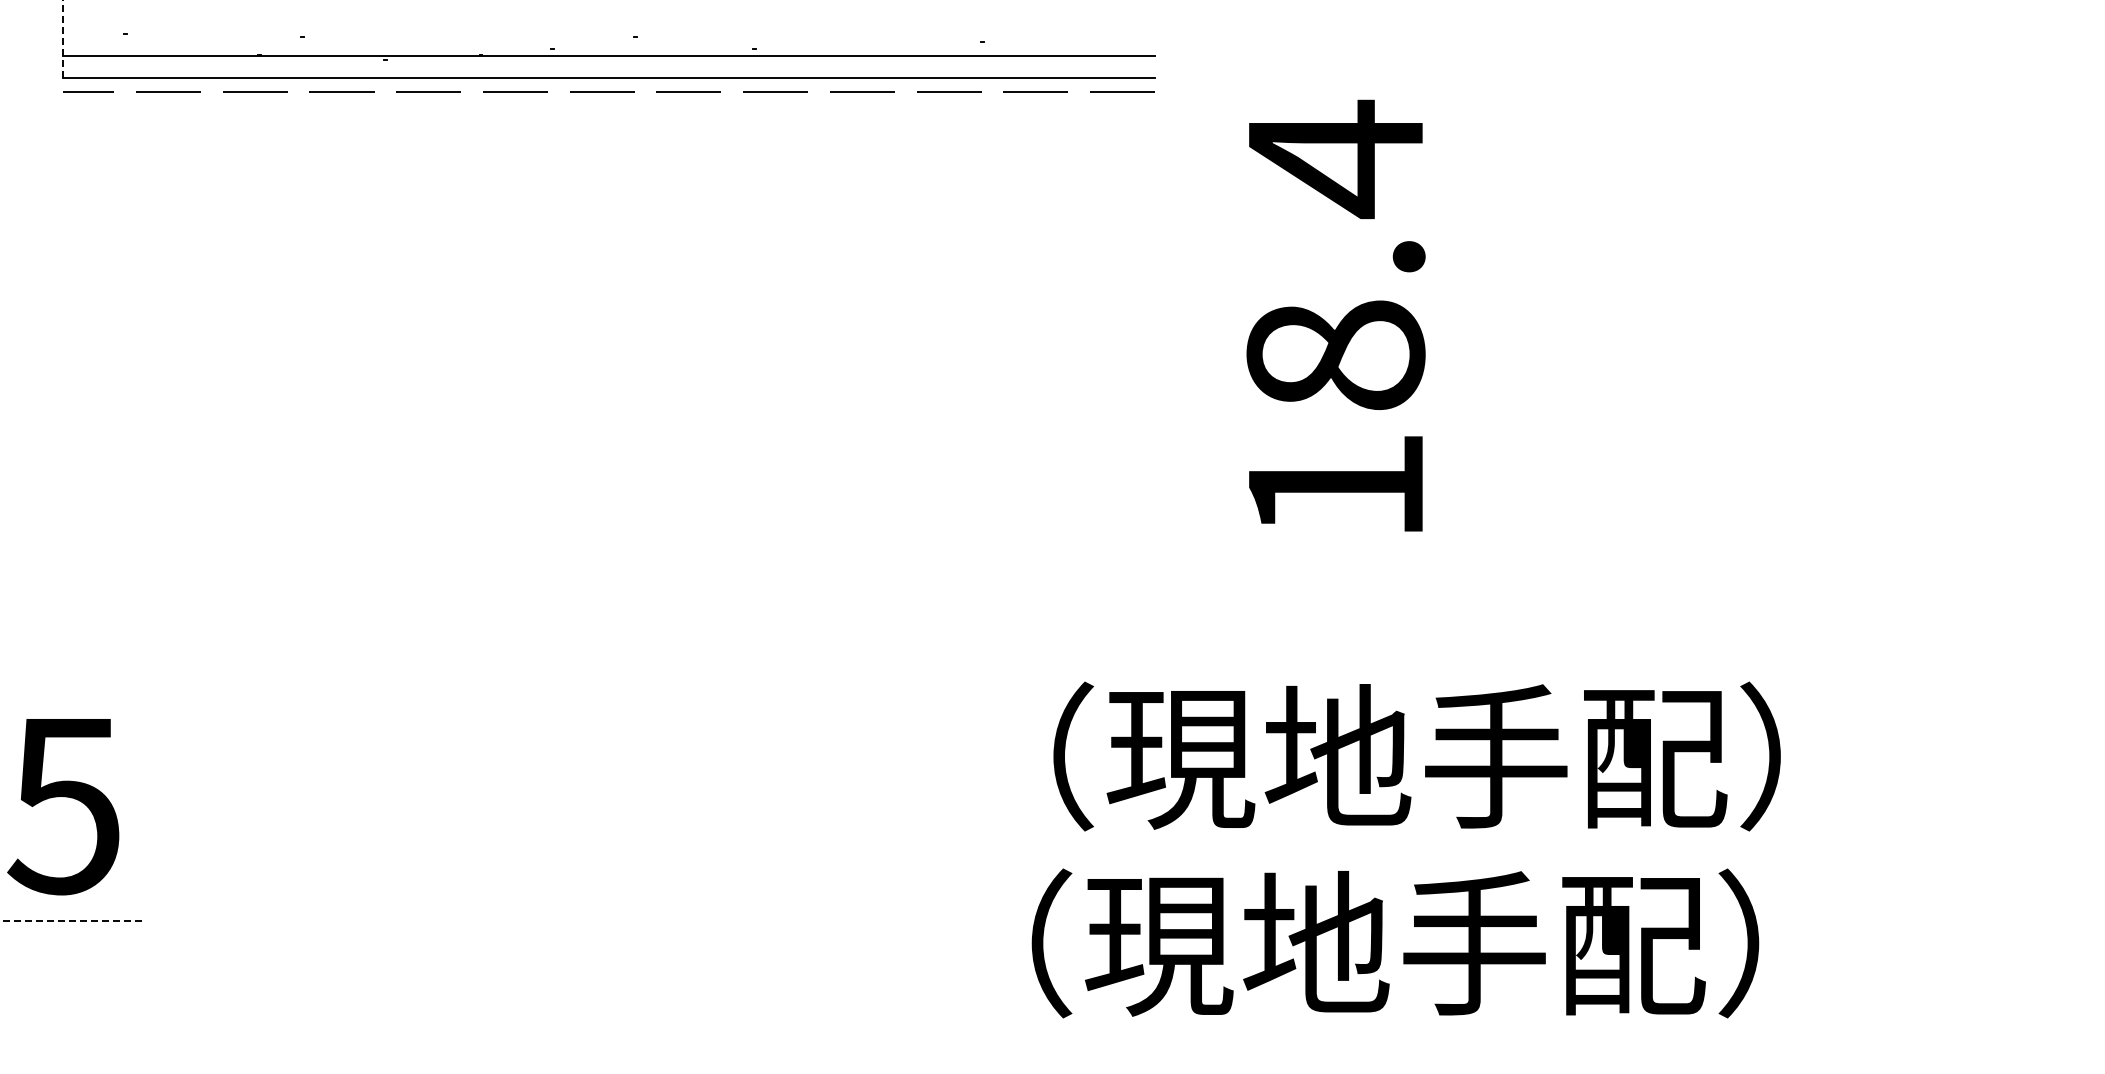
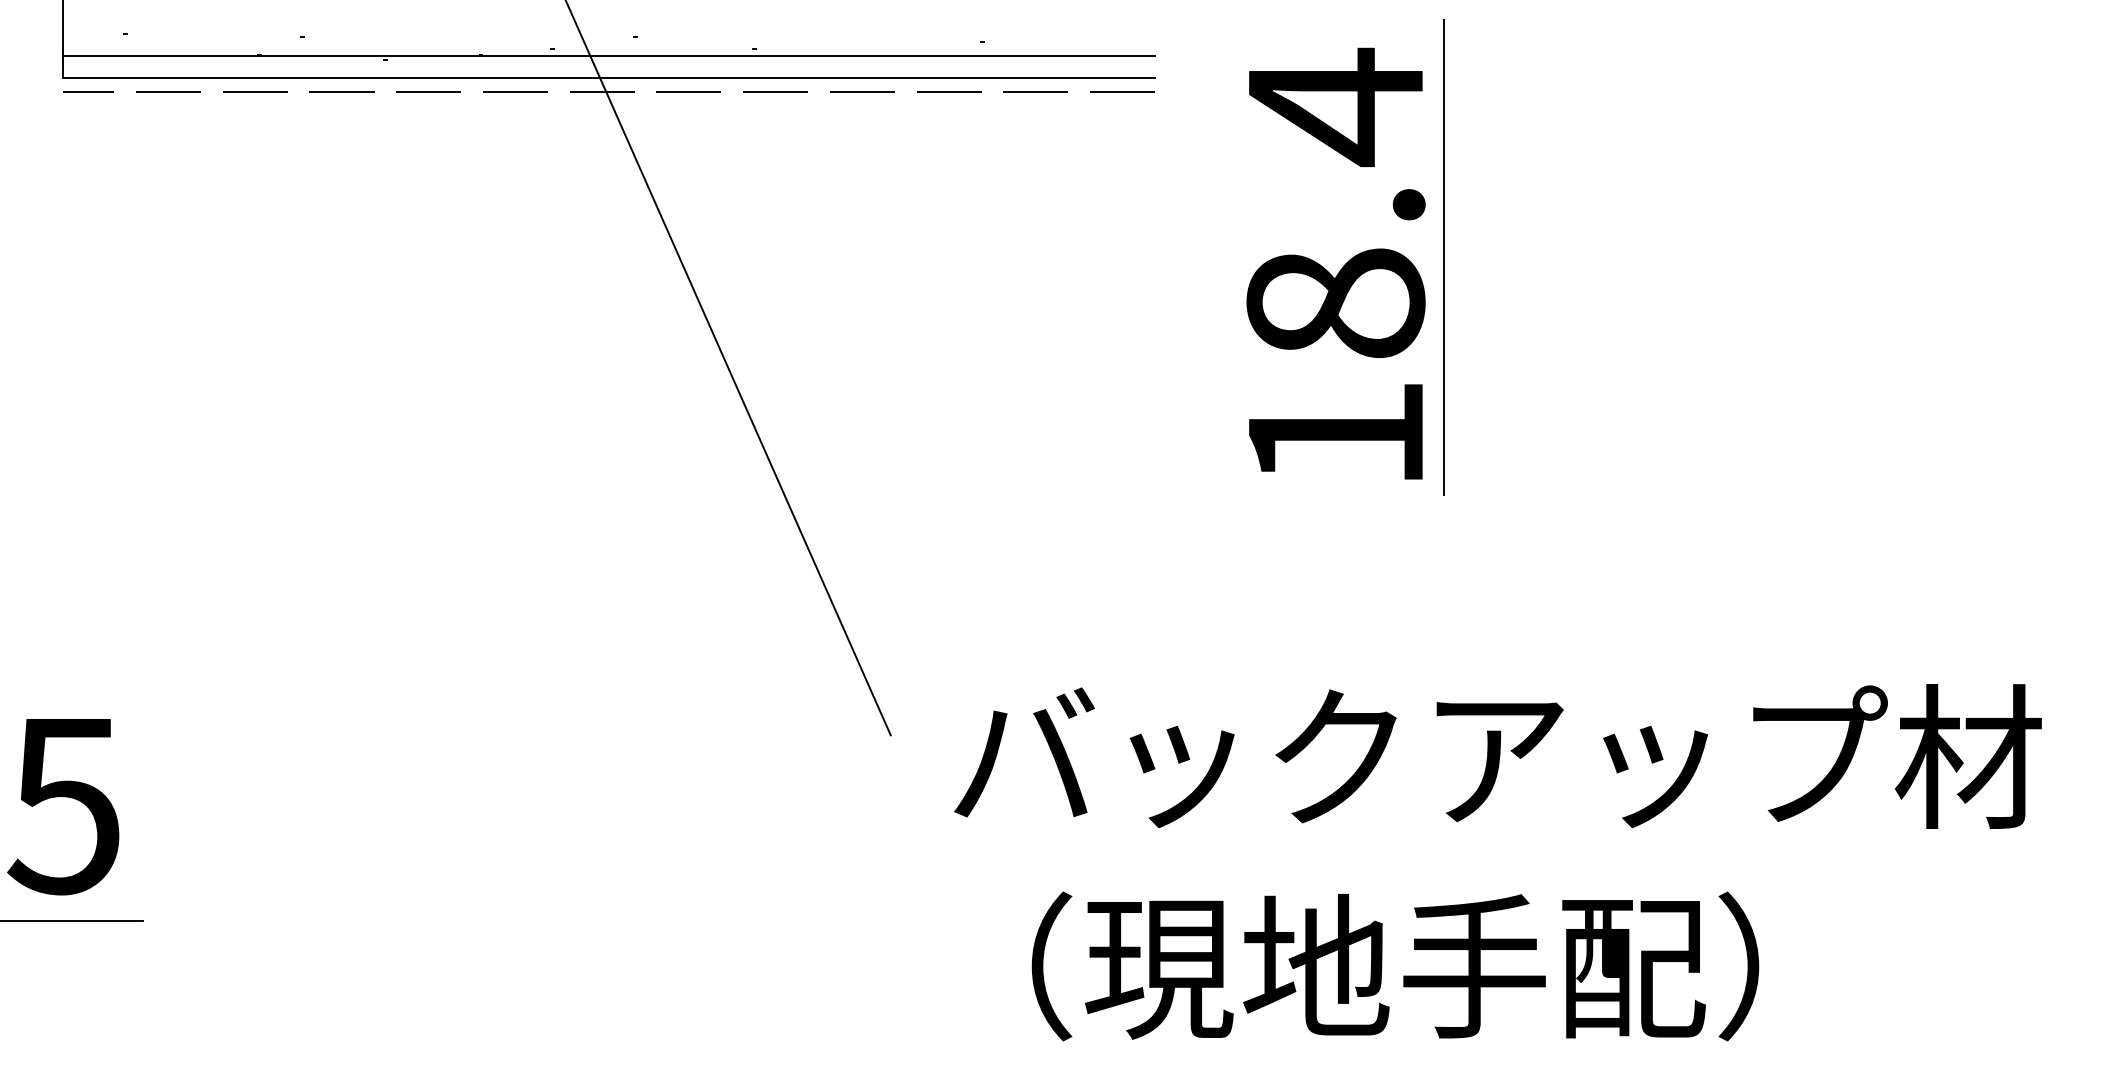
line at (63, 38): dashed -> solid
line at (1443, 257): none -> present
text at (1335, 315) position: (1335, 315) -> (1335, 263)
line at (728, 368): none -> present
text at (1497, 756): （現地手配） -> バックアップ材
line at (72, 921): dashed -> solid
text at (1395, 943) position: (1395, 943) -> (1395, 966)
